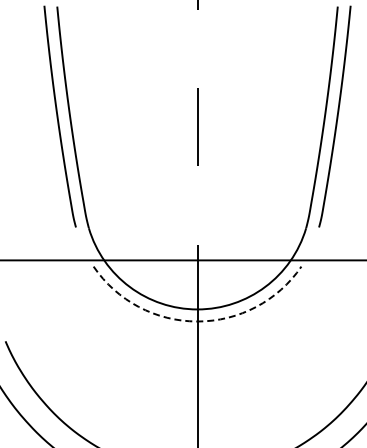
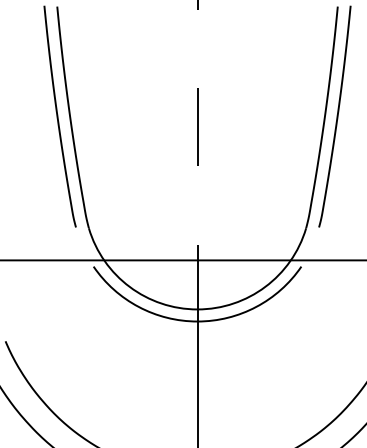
arc at (197, 321): dashed -> solid
